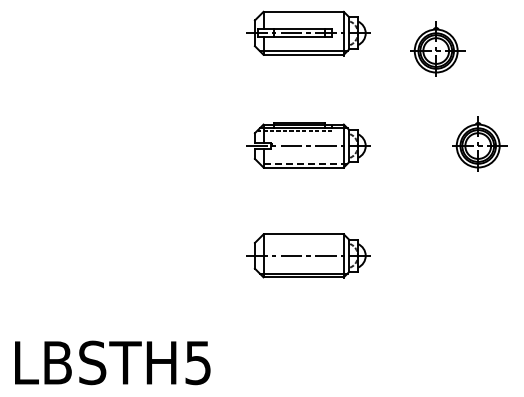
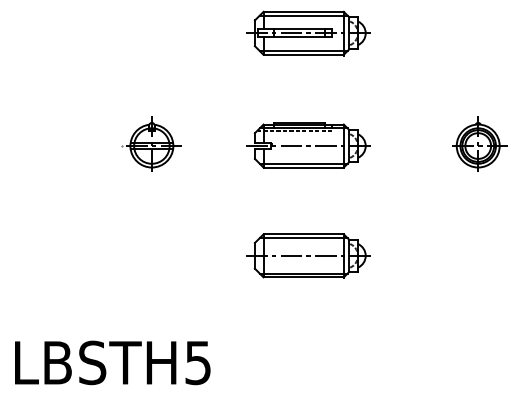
line at (303, 15): none -> present
part at (437, 48): present -> none
part at (151, 143): none -> present
line at (303, 163): dashed -> solid
line at (303, 238): none -> present
